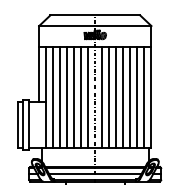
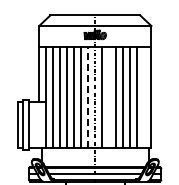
line at (88, 97): solid -> dashed
line at (109, 97): present -> none
line at (144, 97): present -> none
